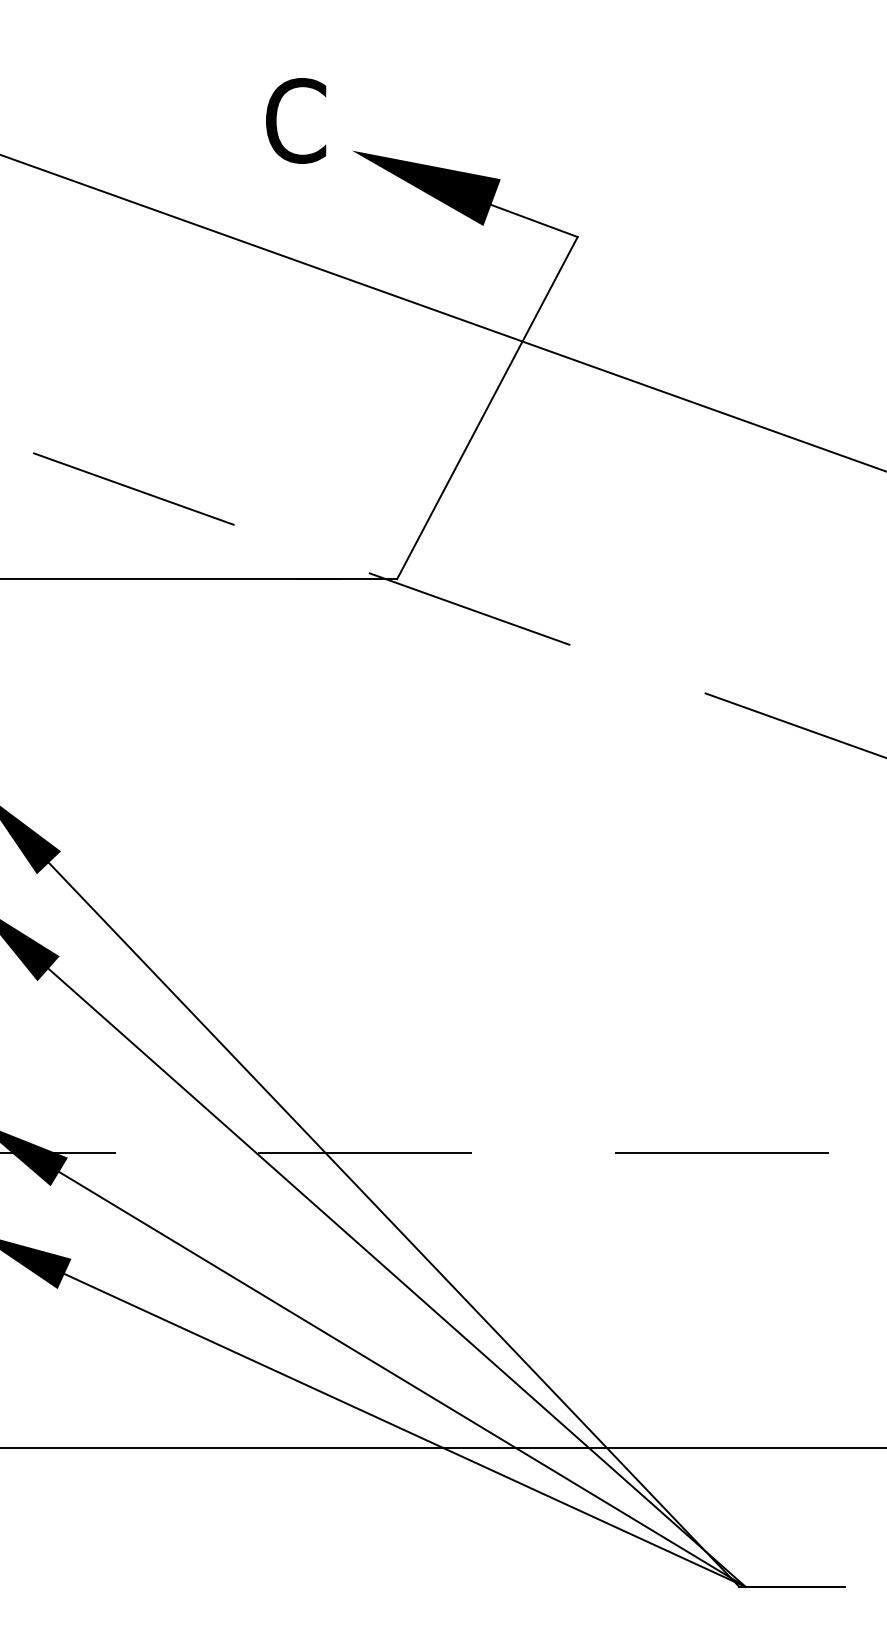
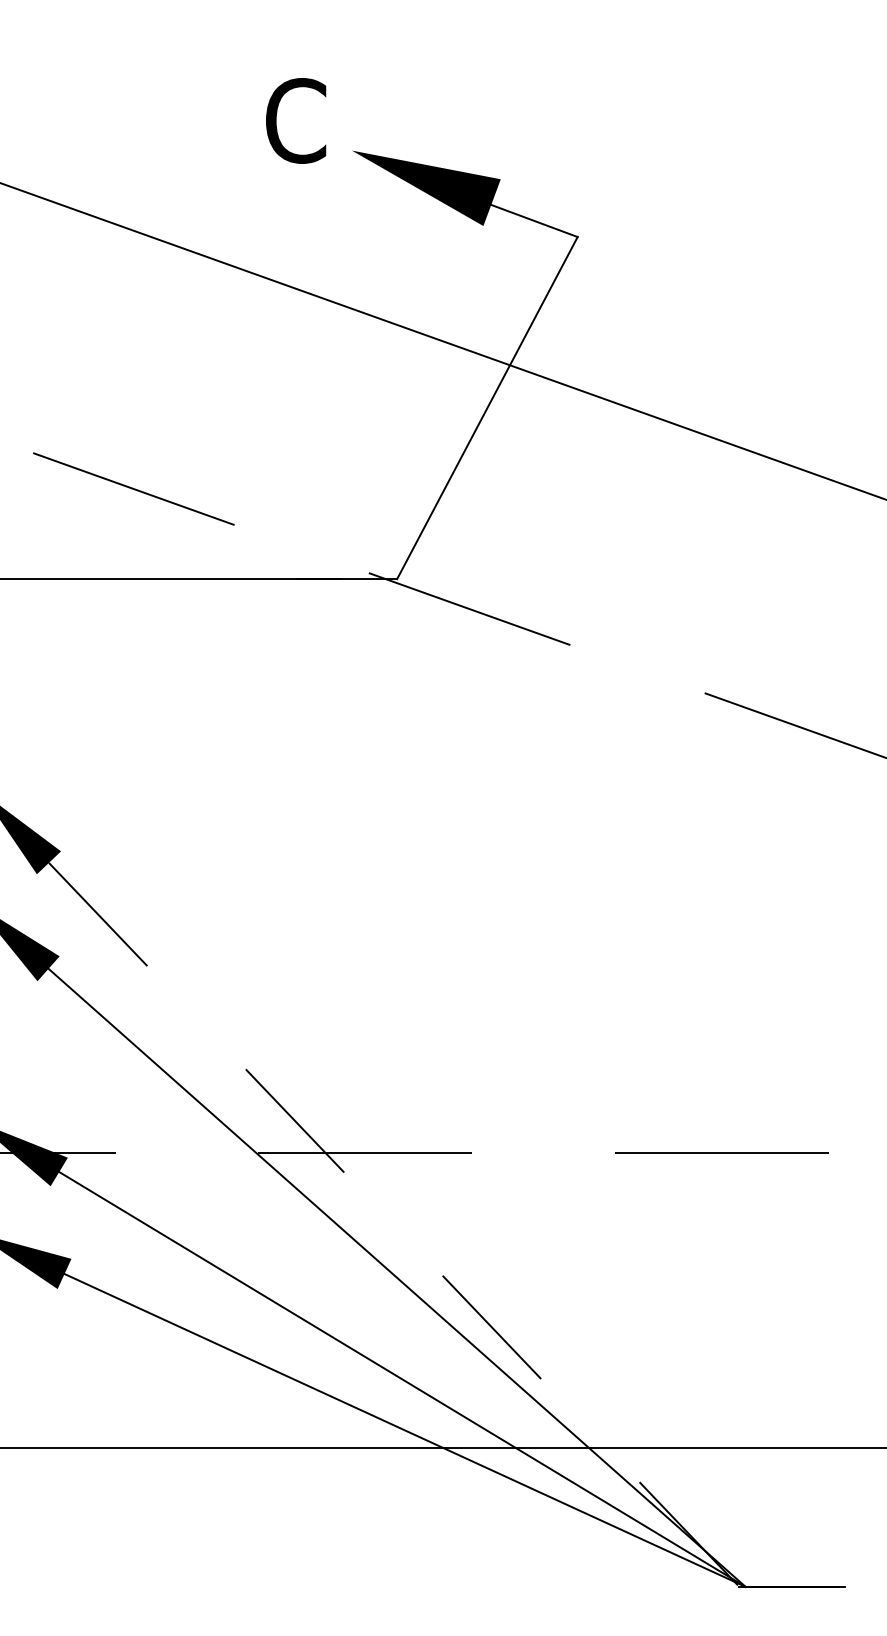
line at (442, 312) position: (442, 312) -> (442, 340)
line at (394, 1225): solid -> dashed
